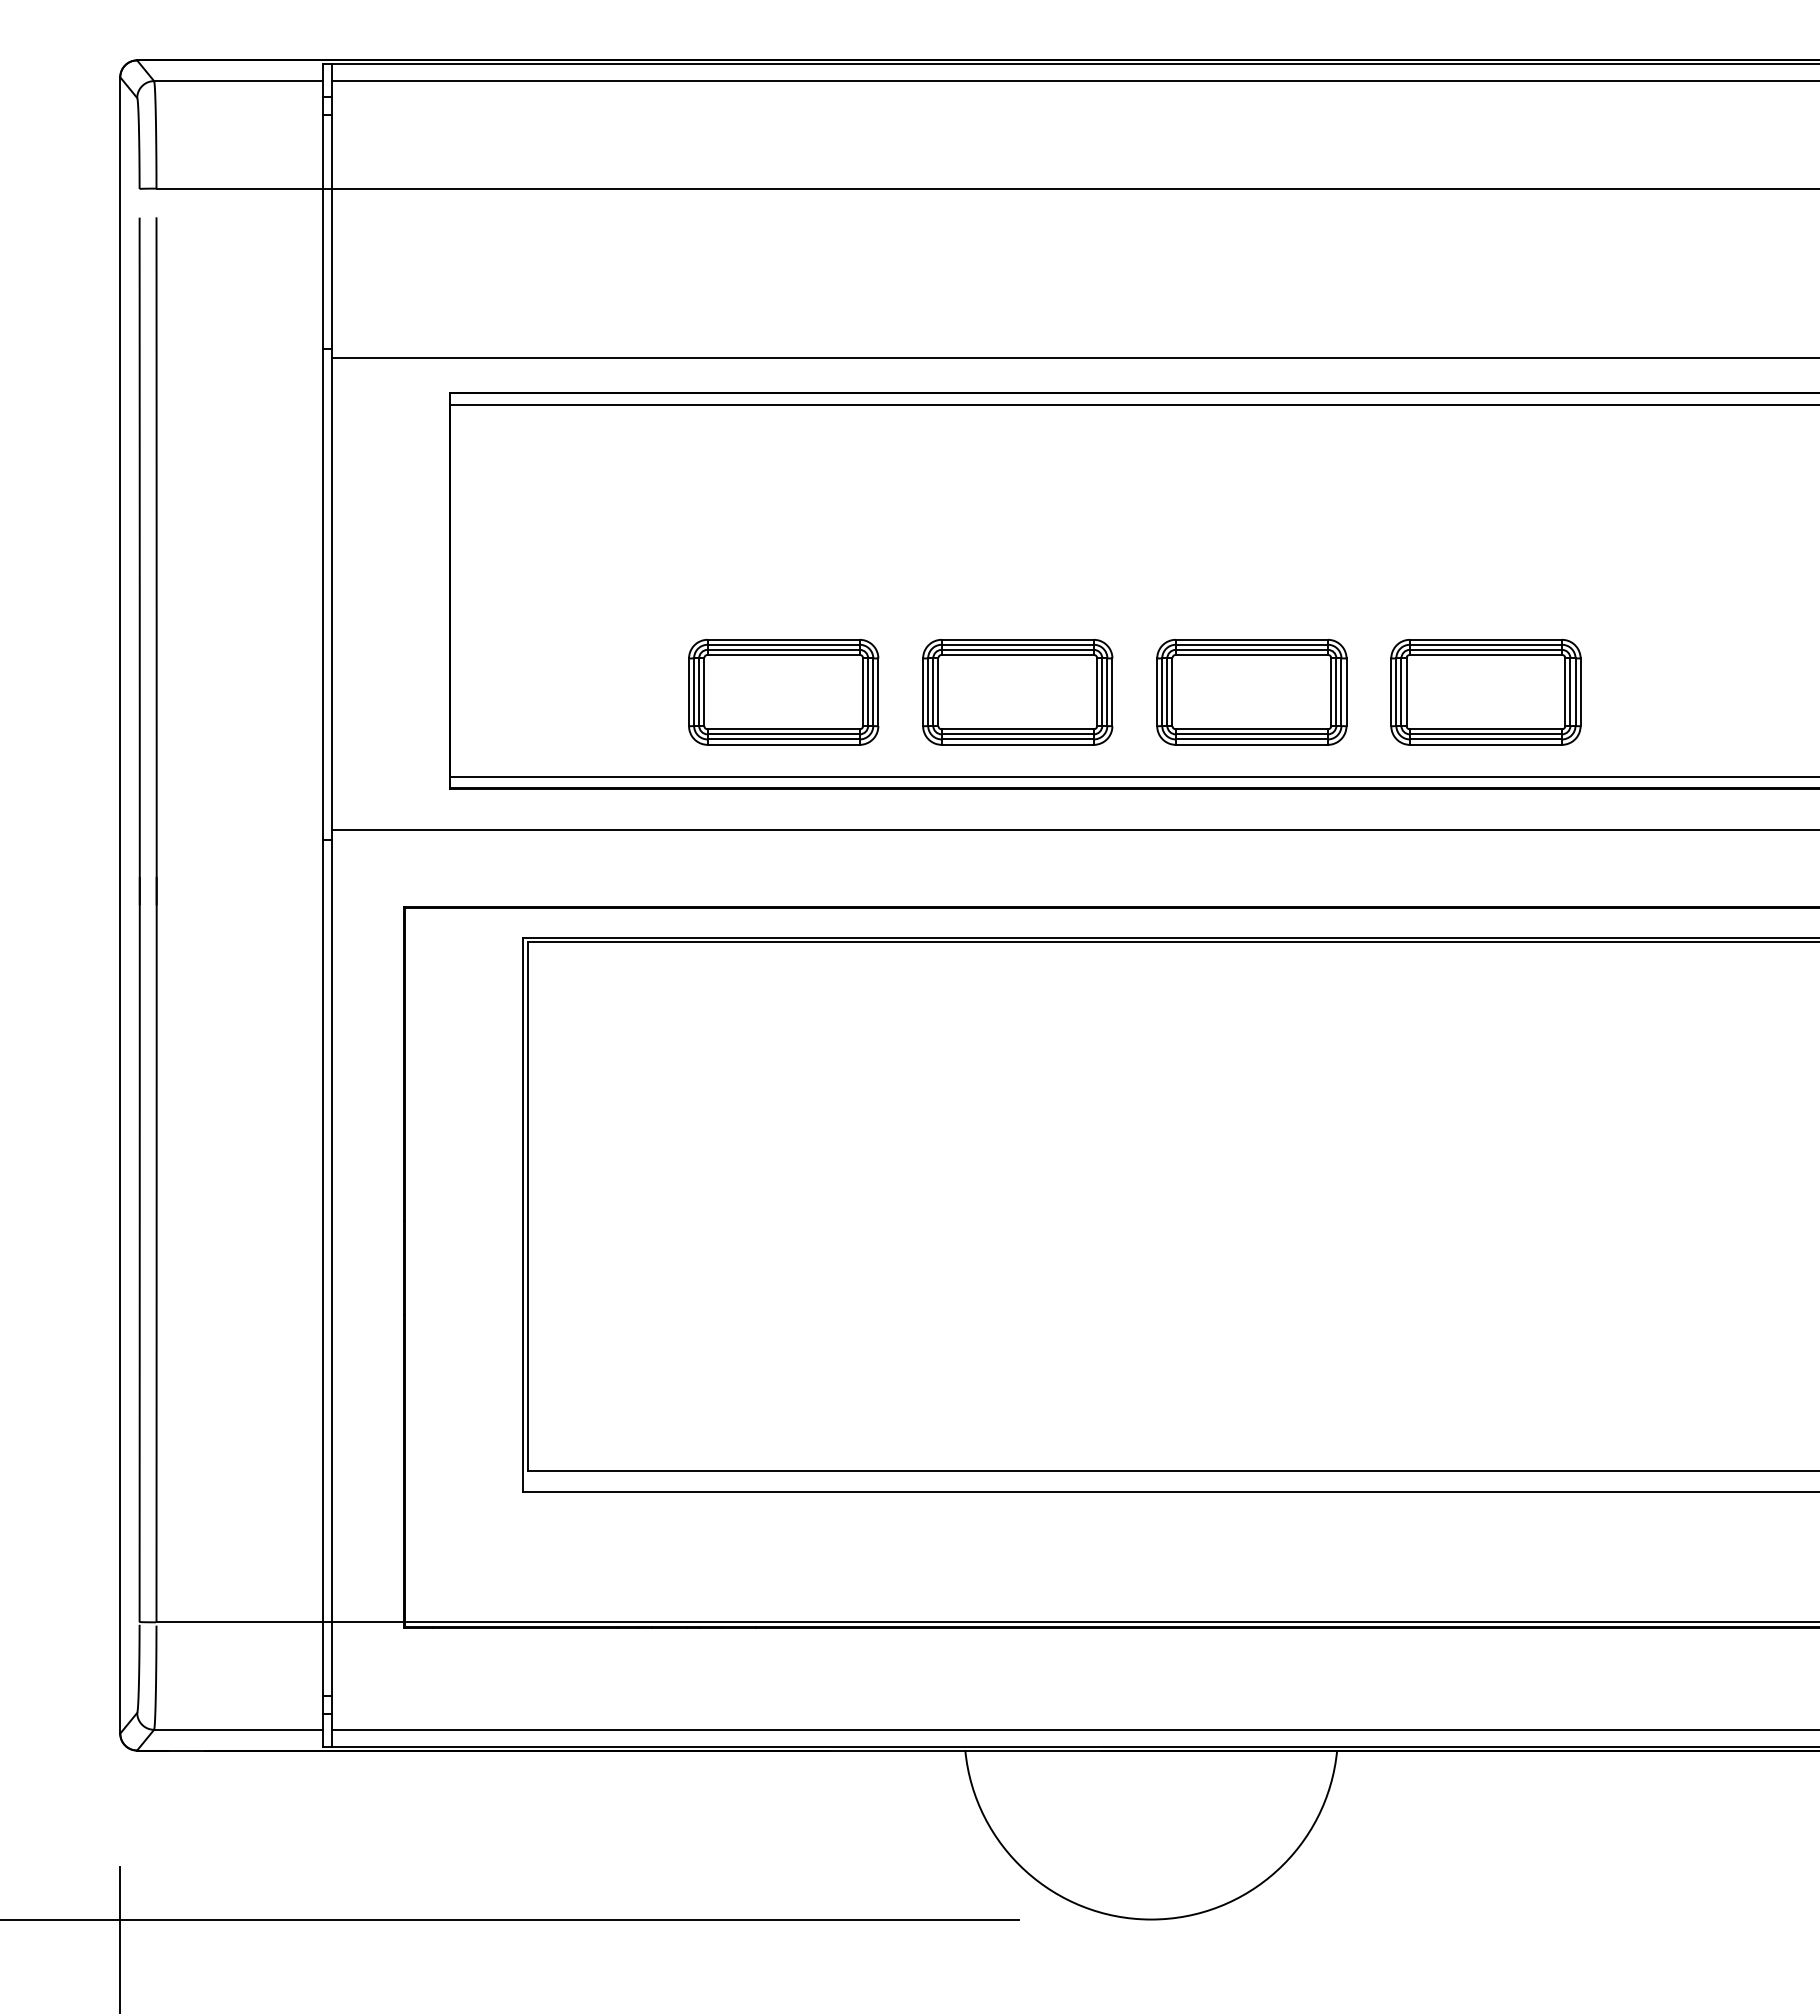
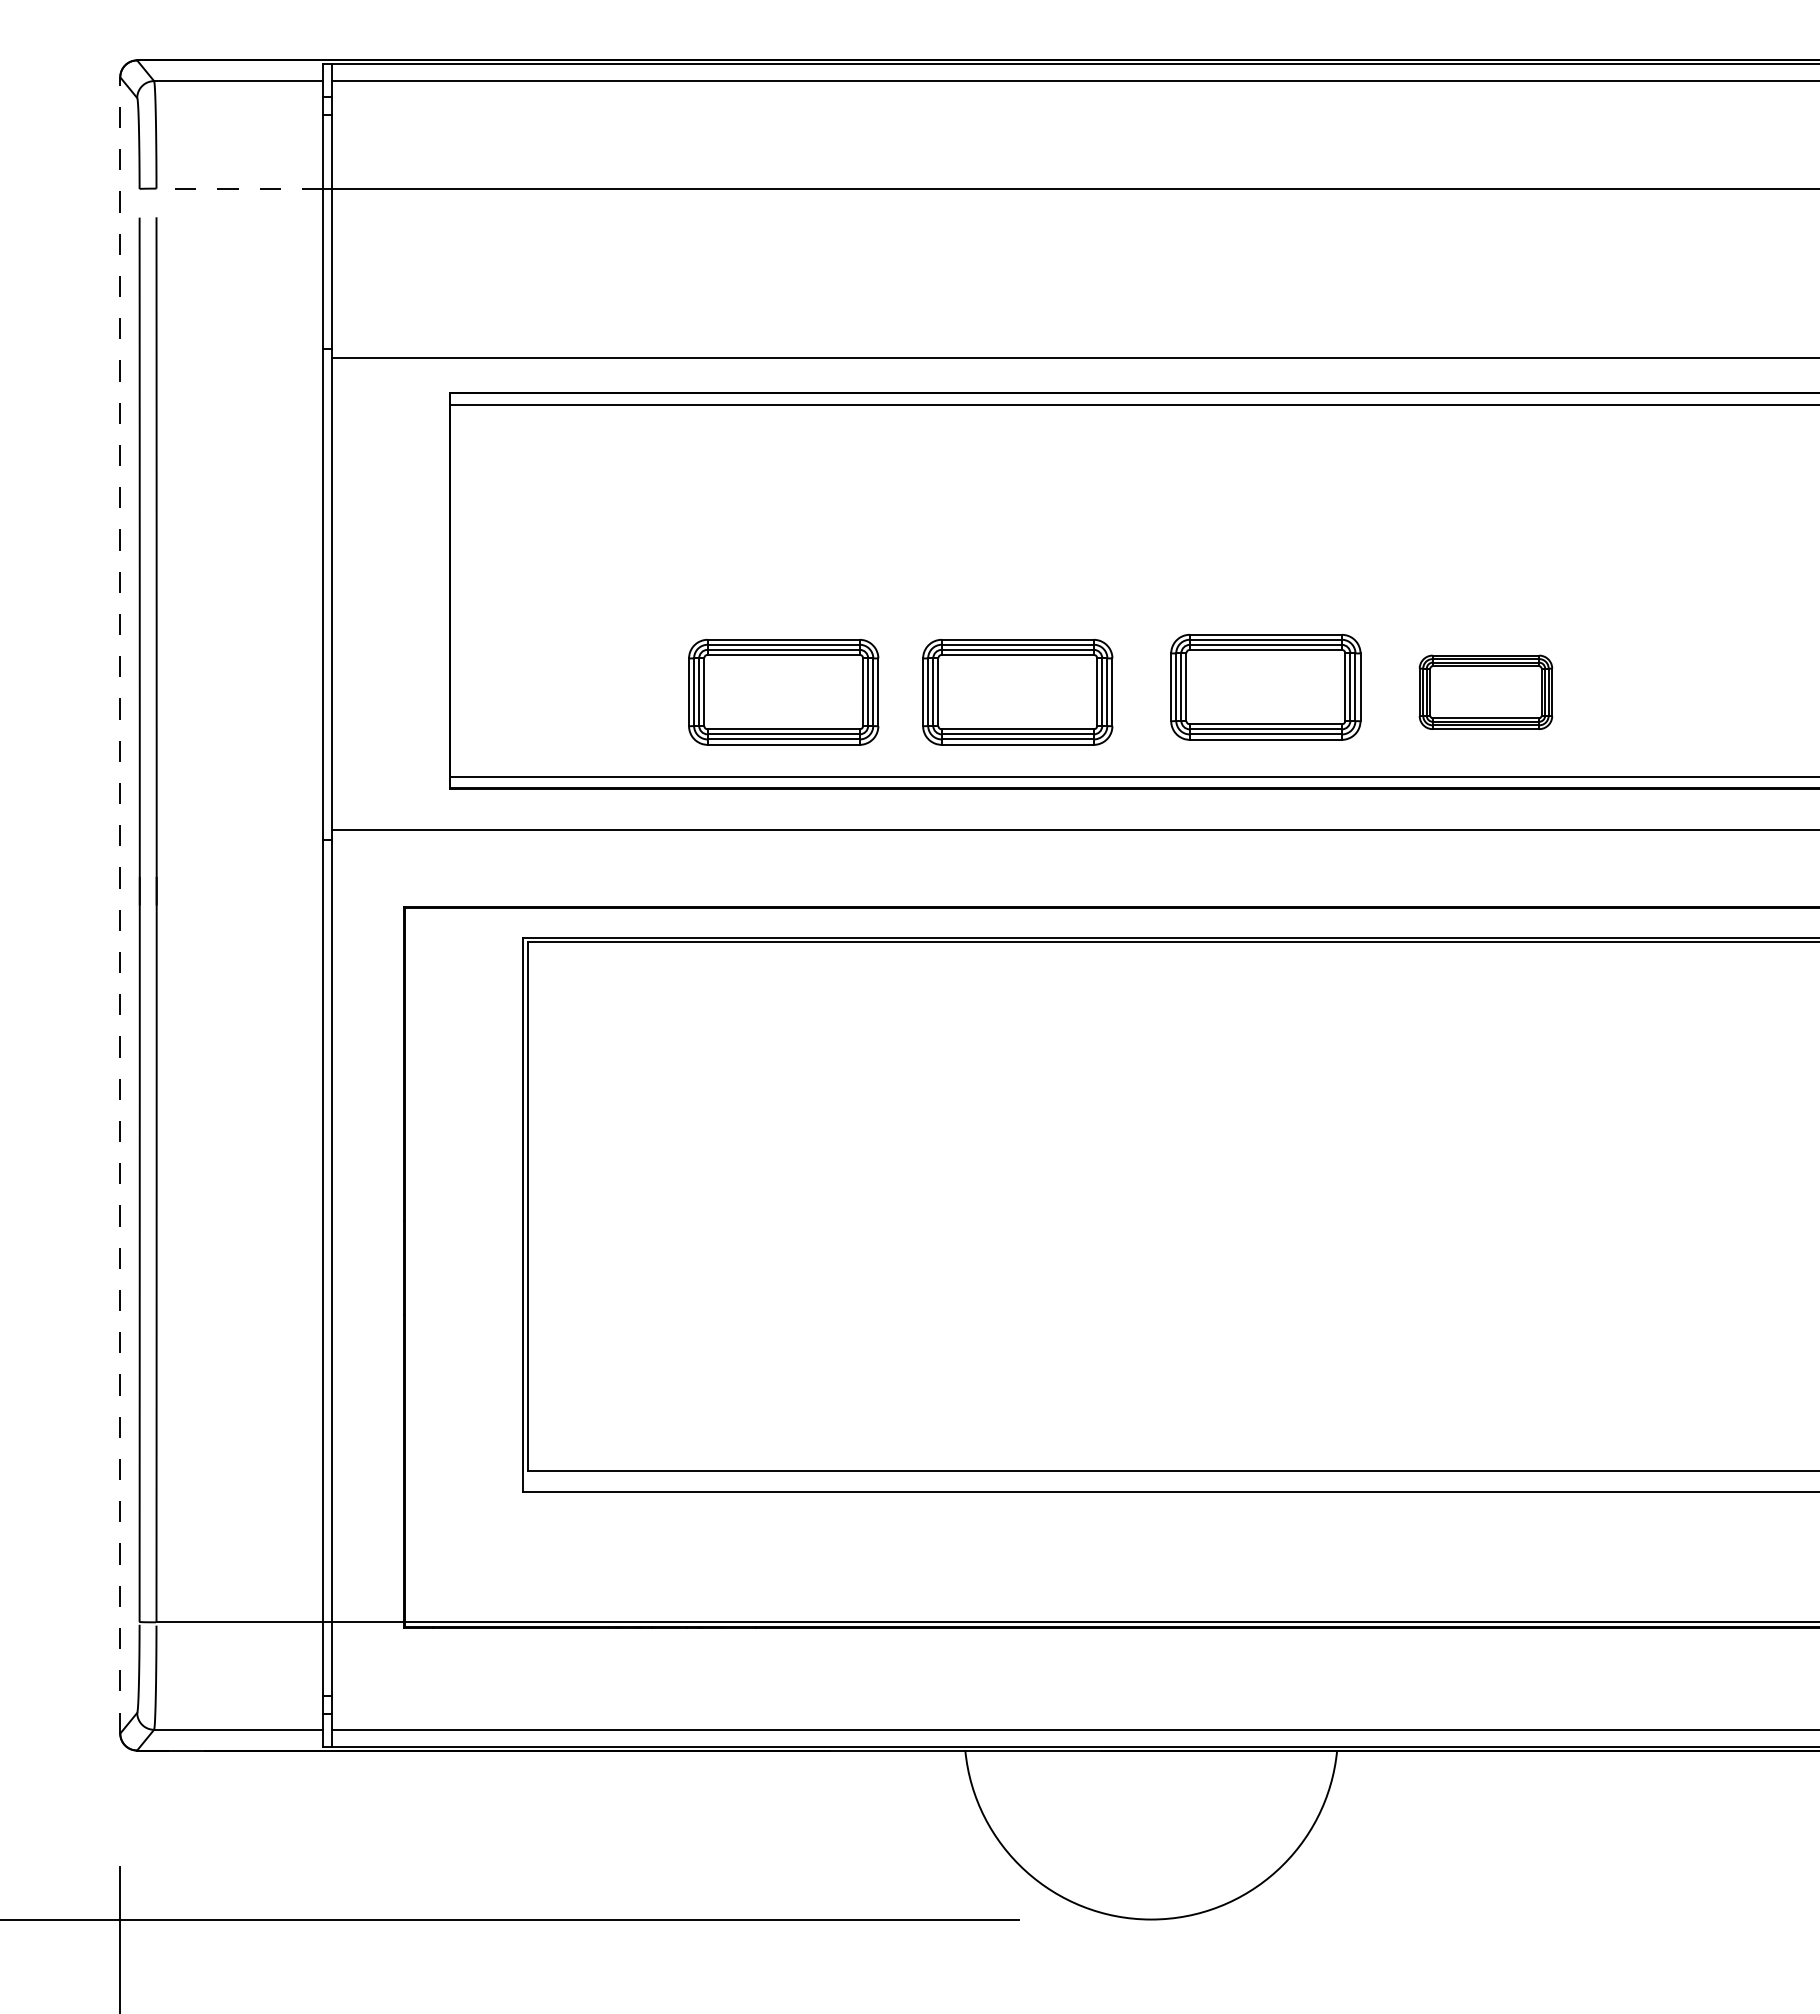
line at (239, 188): solid -> dashed
part at (1251, 692) position: (1251, 692) -> (1265, 687)
part at (1485, 692) size: 192x107 px -> 136x76 px
line at (120, 904): solid -> dashed
